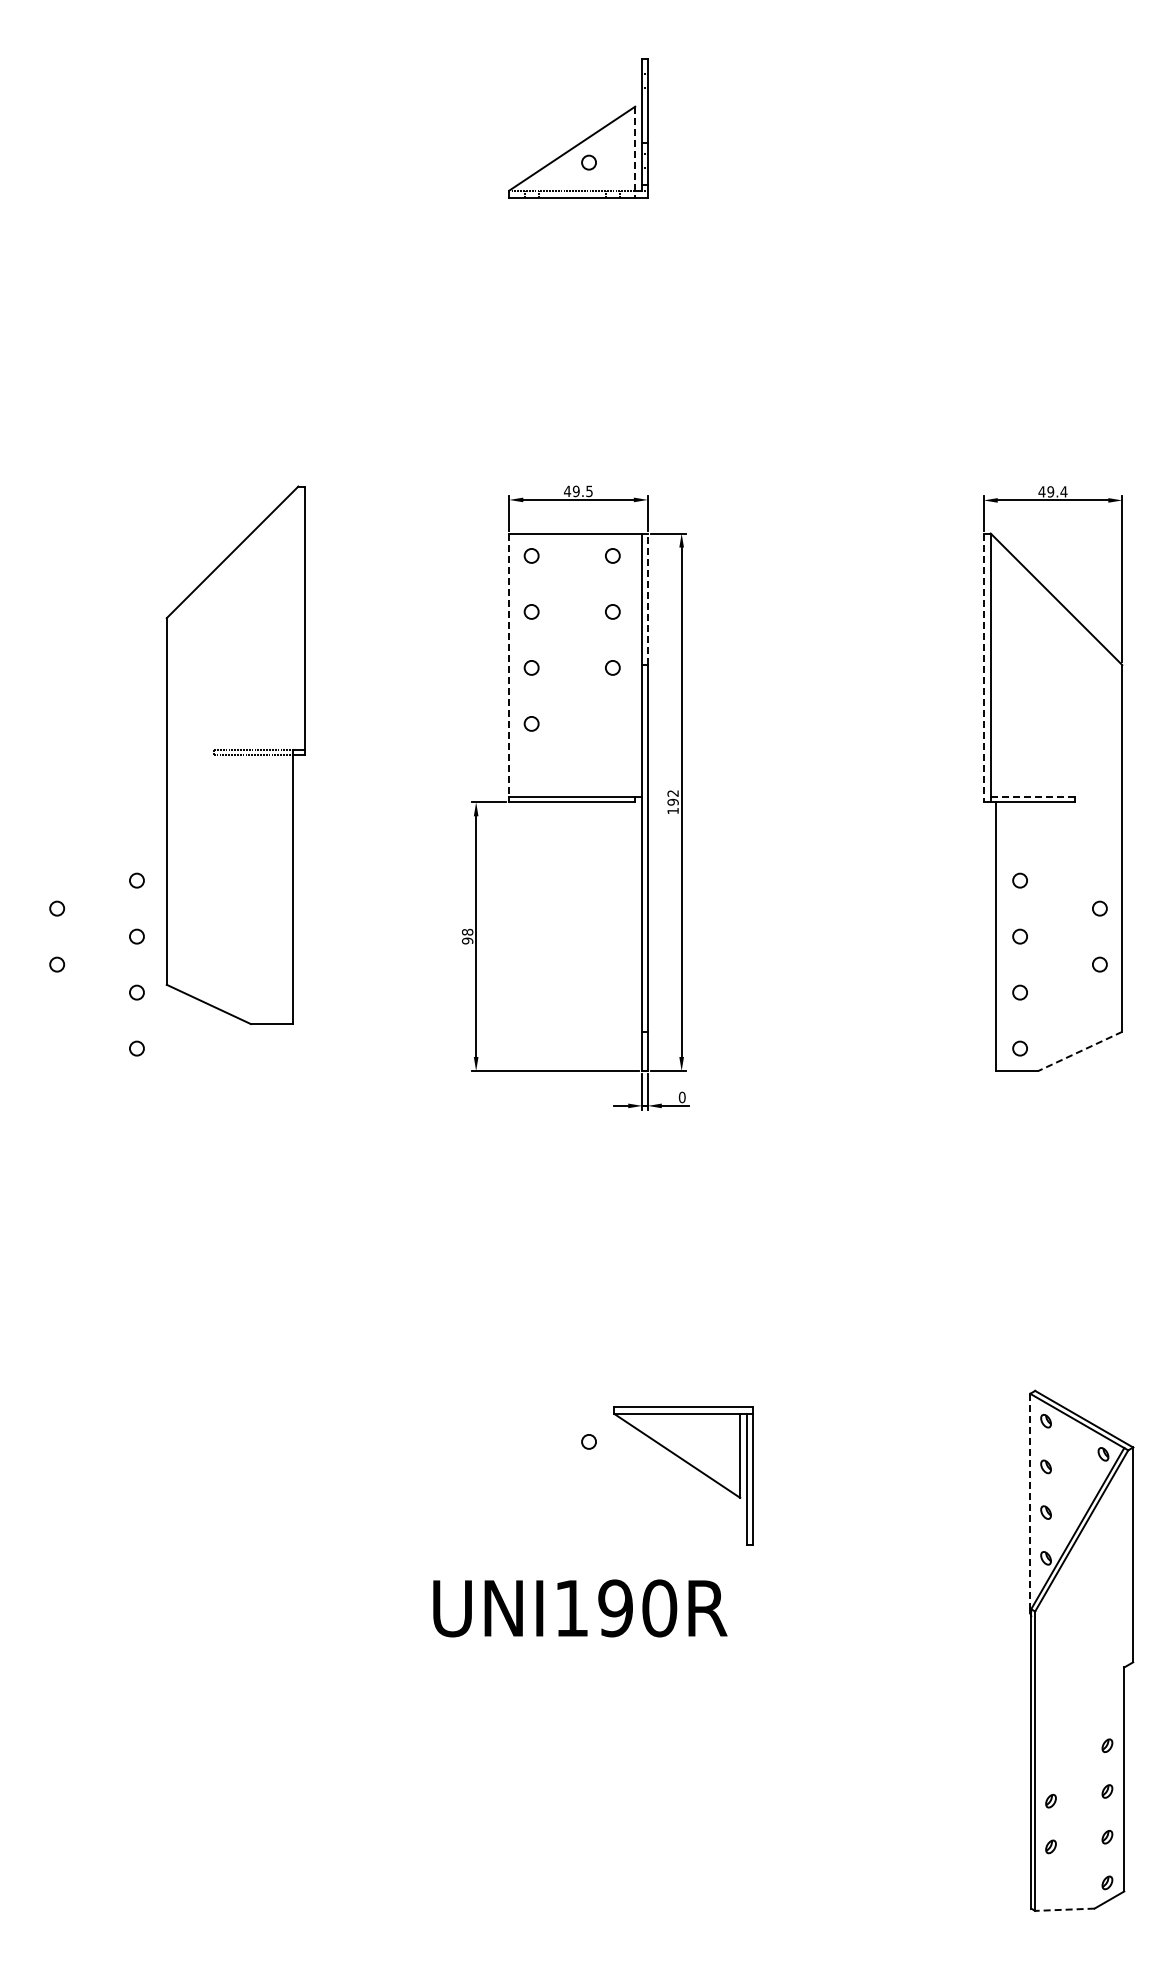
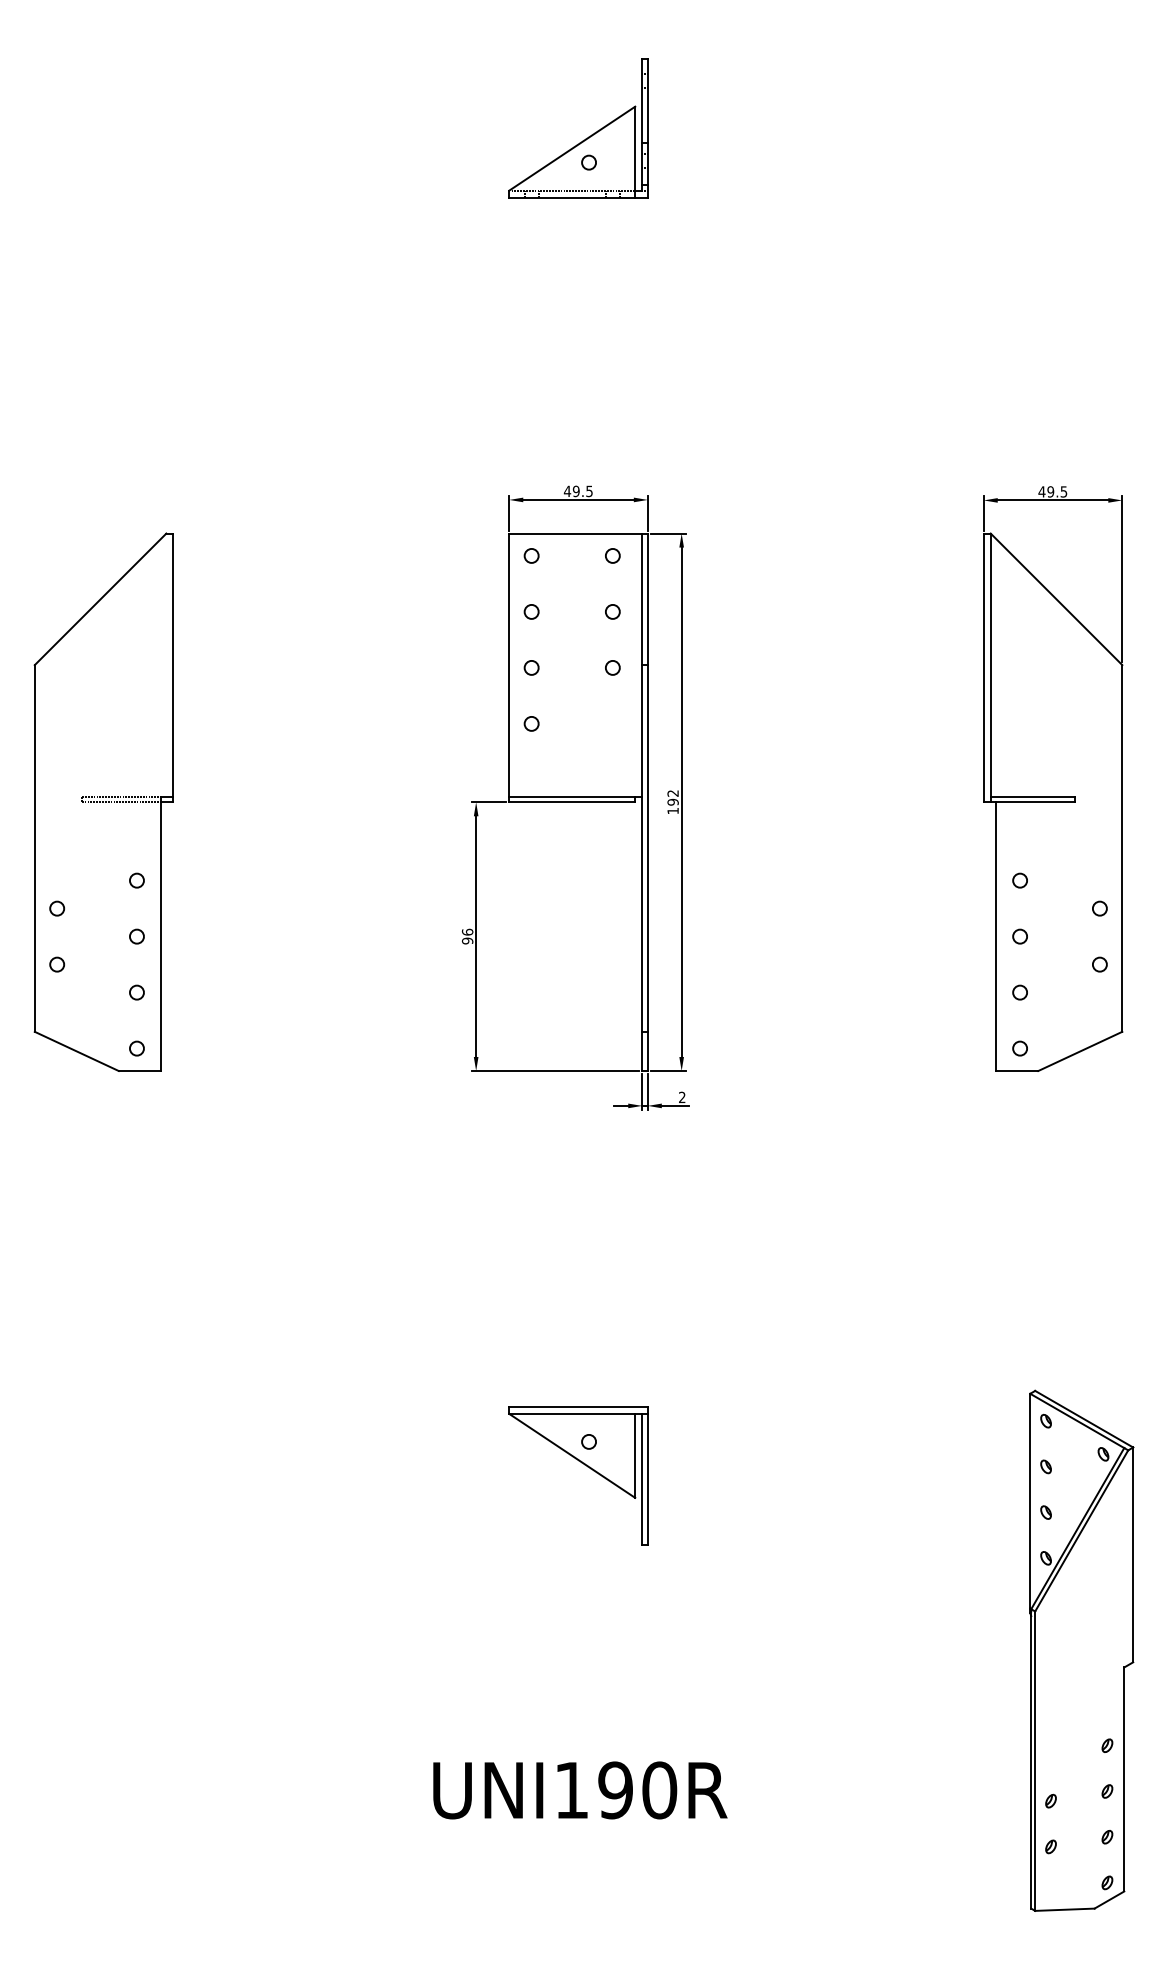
line at (635, 152): dashed -> solid
text at (1063, 491): 49.4 -> 49.5
line at (647, 599): dashed -> solid
line at (509, 665): dashed -> solid
line at (983, 668): dashed -> solid
part at (235, 754) position: (235, 754) -> (103, 801)
line at (1032, 796): dashed -> solid
text at (467, 931): 98 -> 96
line at (1079, 1051): dashed -> solid
text at (681, 1097): 0 -> 2
part at (689, 1465) position: (689, 1465) -> (584, 1465)
line at (1030, 1501): dashed -> solid
text at (580, 1608) position: (580, 1608) -> (580, 1790)
line at (1064, 1909): dashed -> solid
